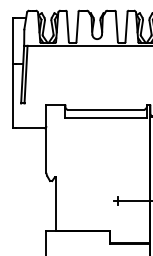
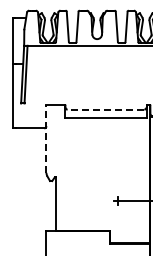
line at (105, 109): solid -> dashed
line at (46, 139): solid -> dashed
